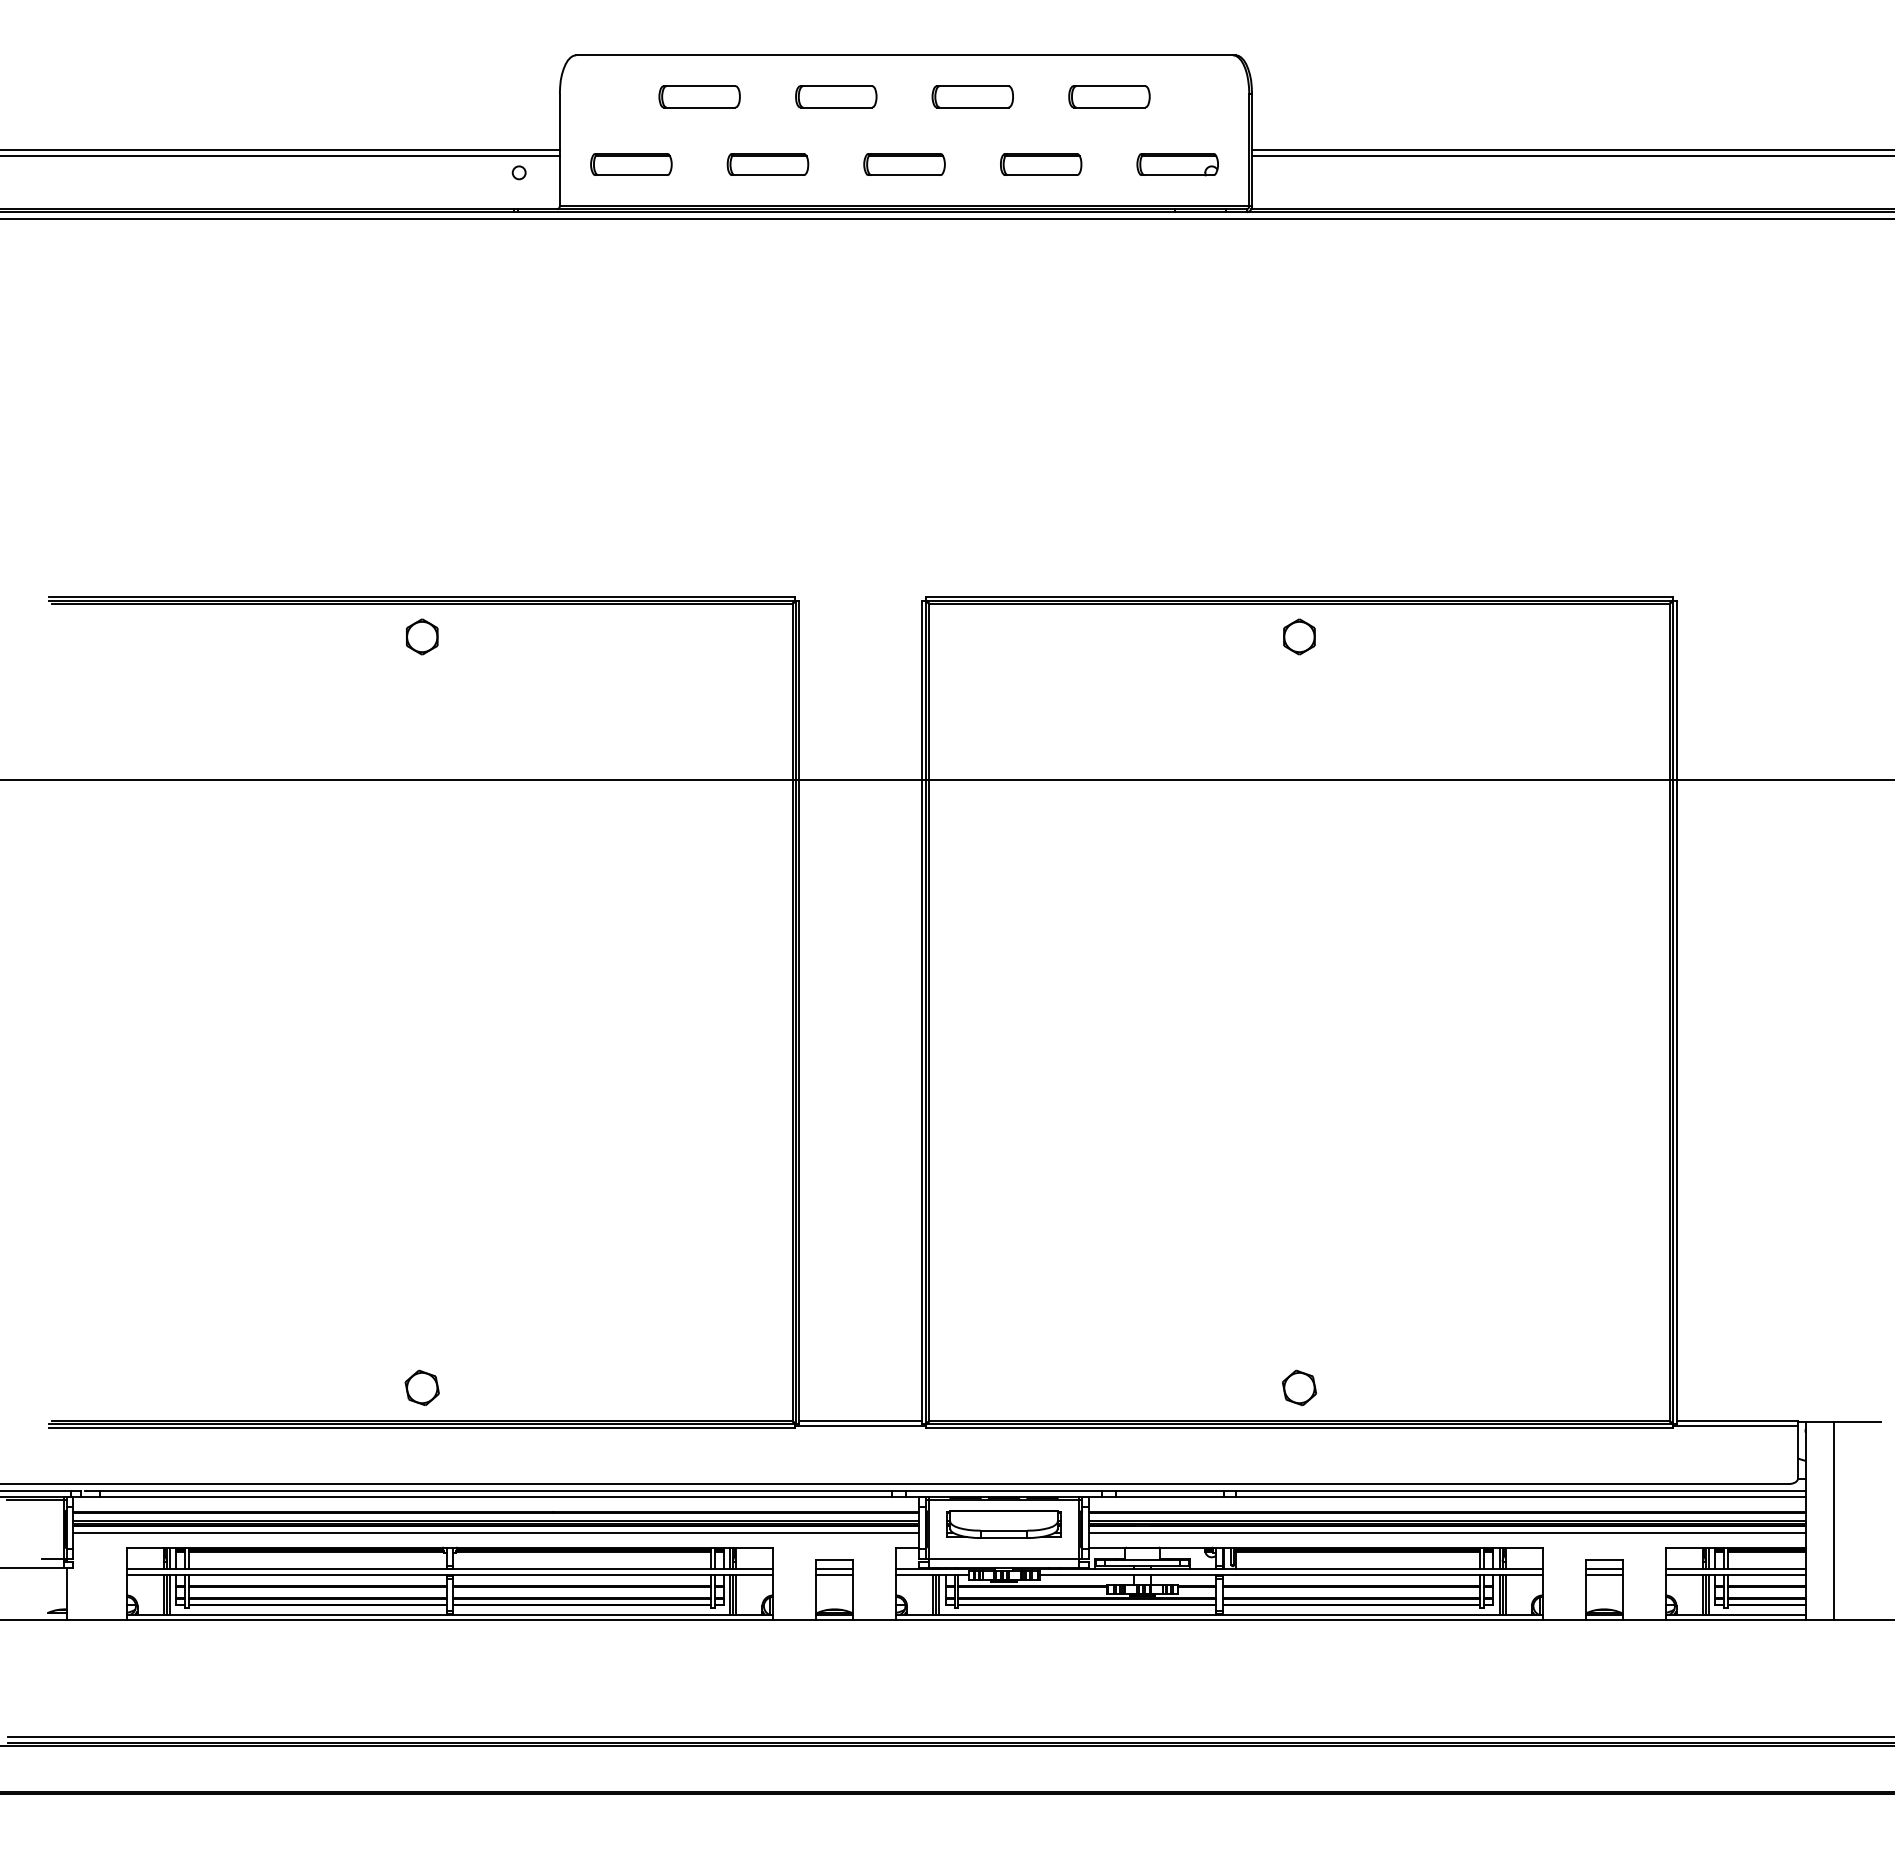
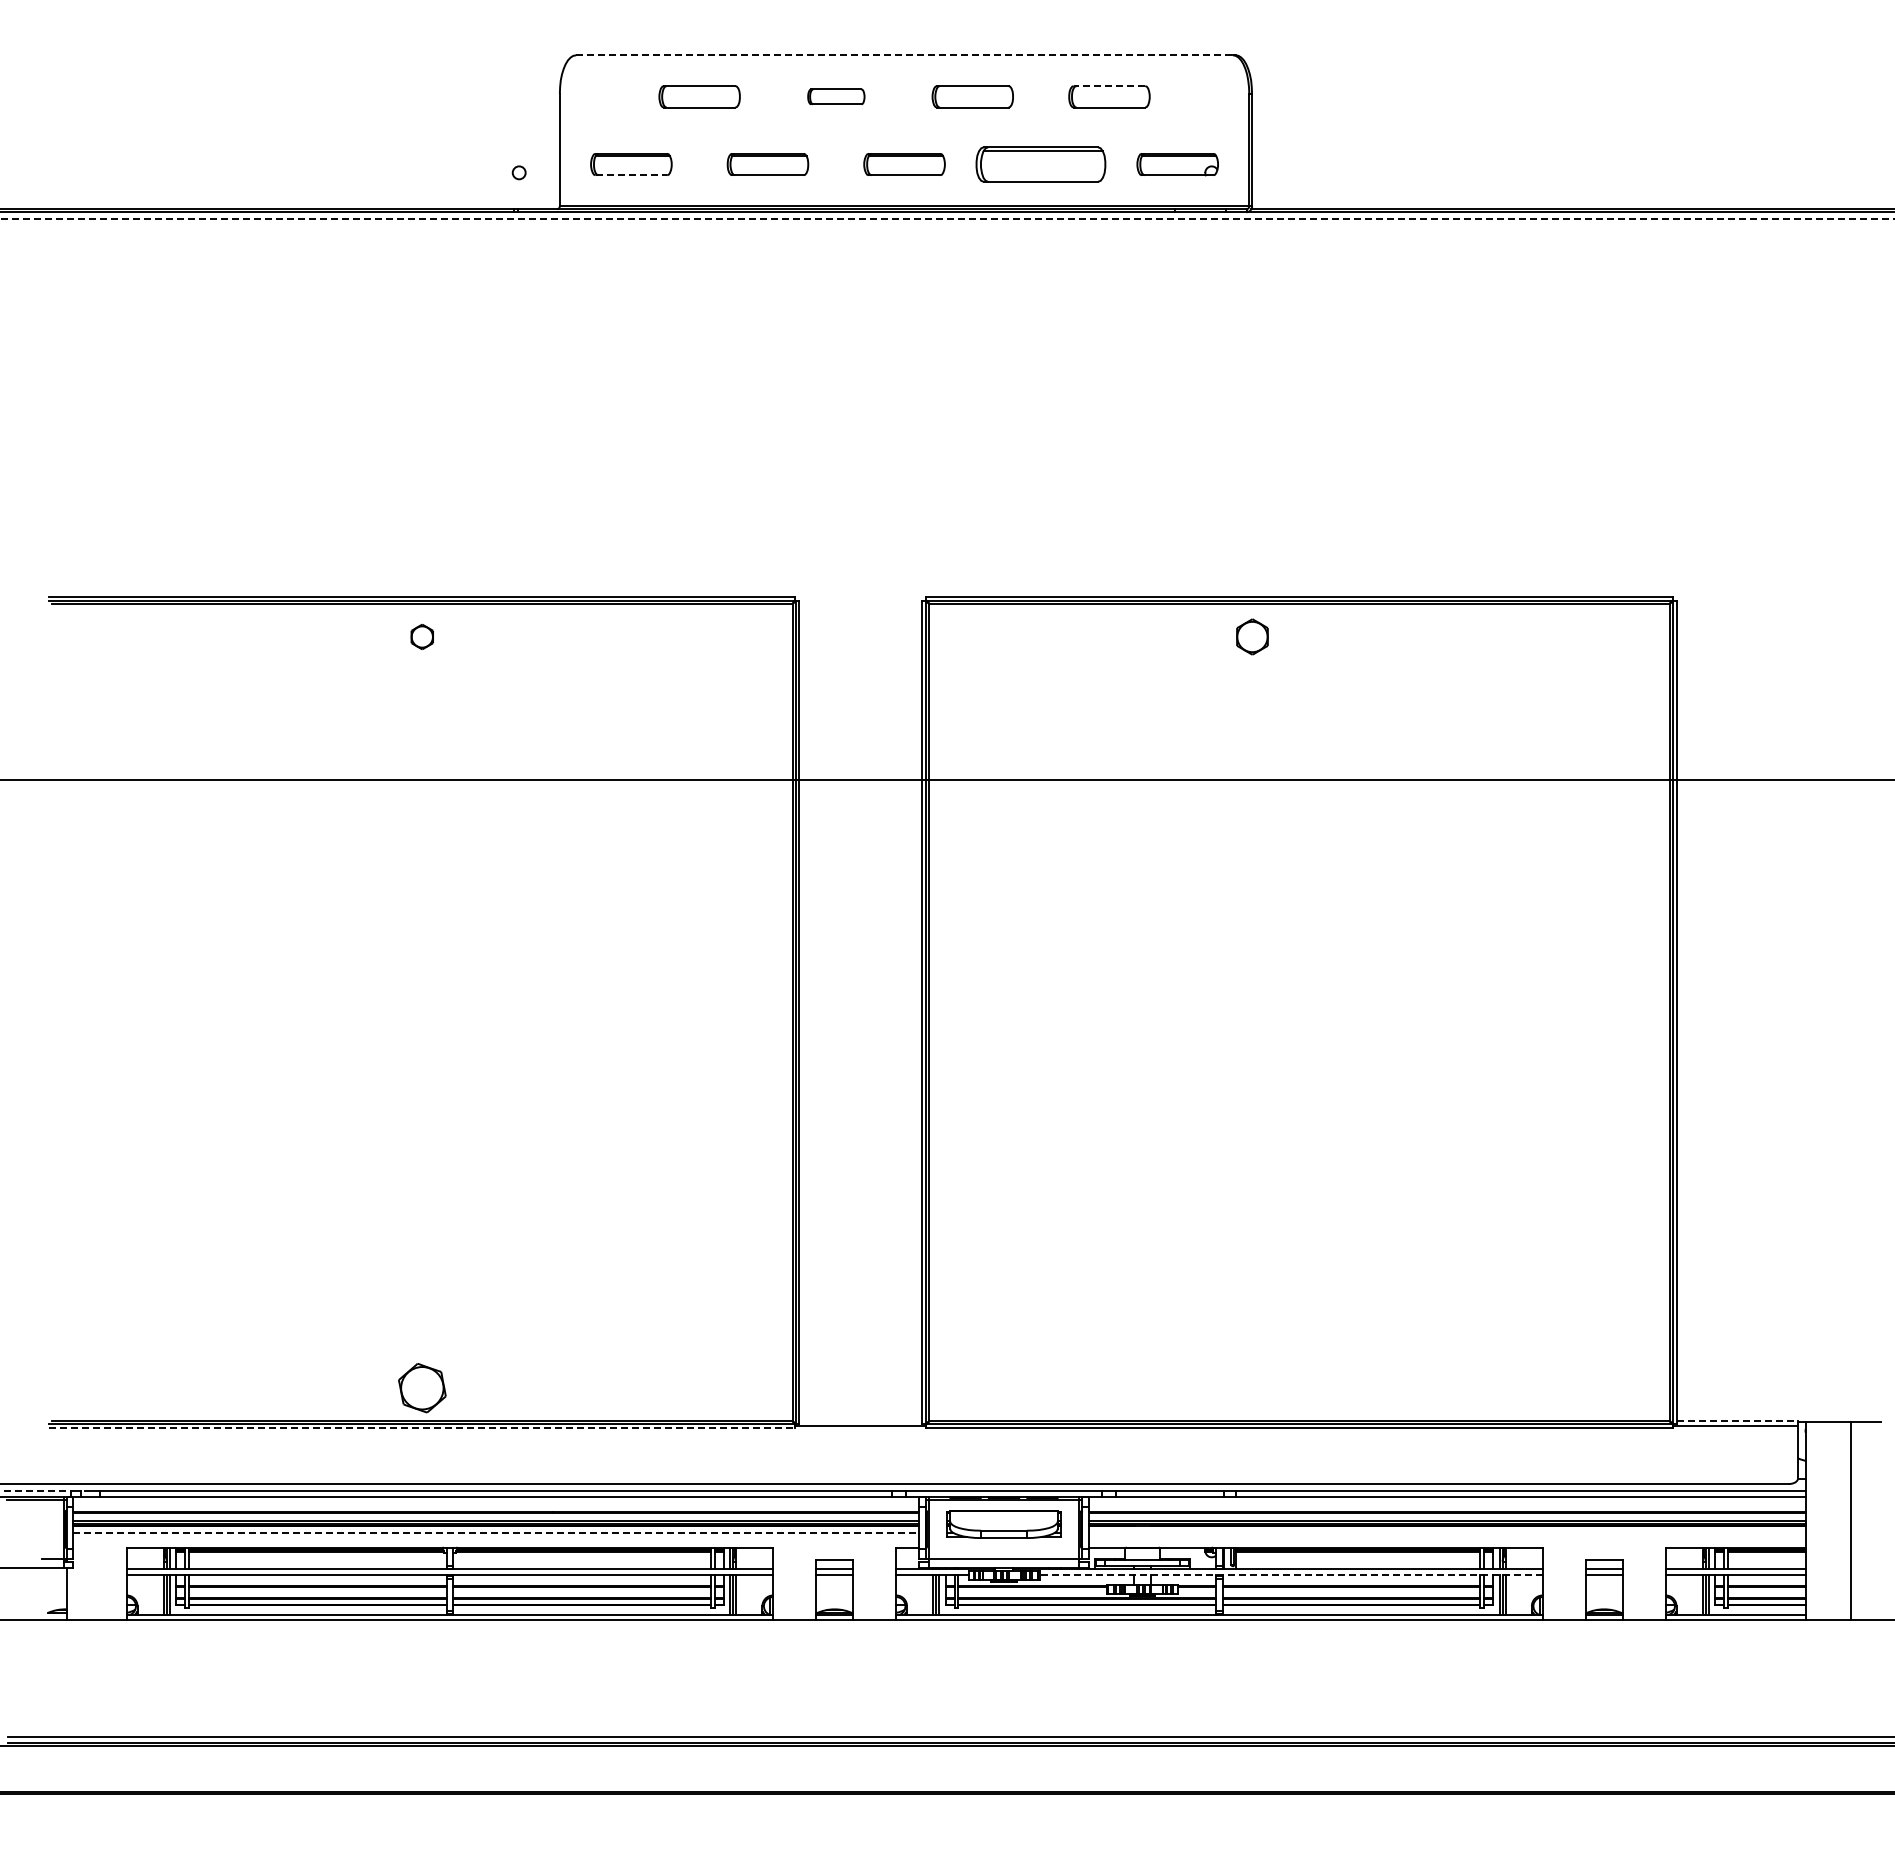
line at (905, 55): solid -> dashed
line at (1109, 86): solid -> dashed
part at (836, 96) size: 83x24 px -> 59x18 px
line at (280, 150): present -> none
line at (1571, 150): present -> none
line at (280, 155): present -> none
line at (1571, 155): present -> none
part at (1041, 164) size: 83x23 px -> 132x37 px
line at (631, 175): solid -> dashed
line at (947, 219): solid -> dashed
part at (422, 636) size: 33x38 px -> 24x26 px
part at (1299, 636) position: (1299, 636) -> (1252, 636)
part at (421, 1387) size: 36x37 px -> 49x51 px
part at (1299, 1387): present -> none
line at (860, 1420): present -> none
line at (1737, 1420): solid -> dashed
line at (422, 1428): solid -> dashed
line at (36, 1490): solid -> dashed
line at (1833, 1520) position: (1833, 1520) -> (1850, 1520)
line at (496, 1533): solid -> dashed
line at (1446, 1533): present -> none
line at (1291, 1575): solid -> dashed
